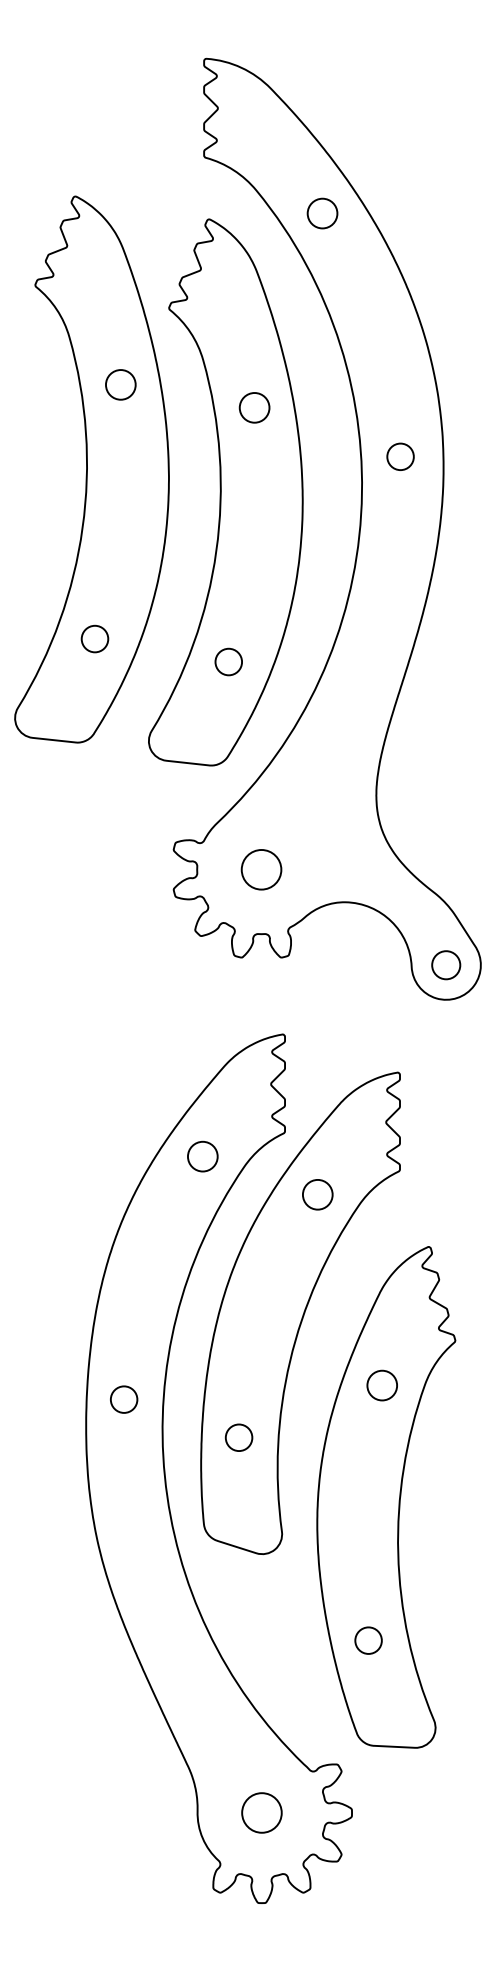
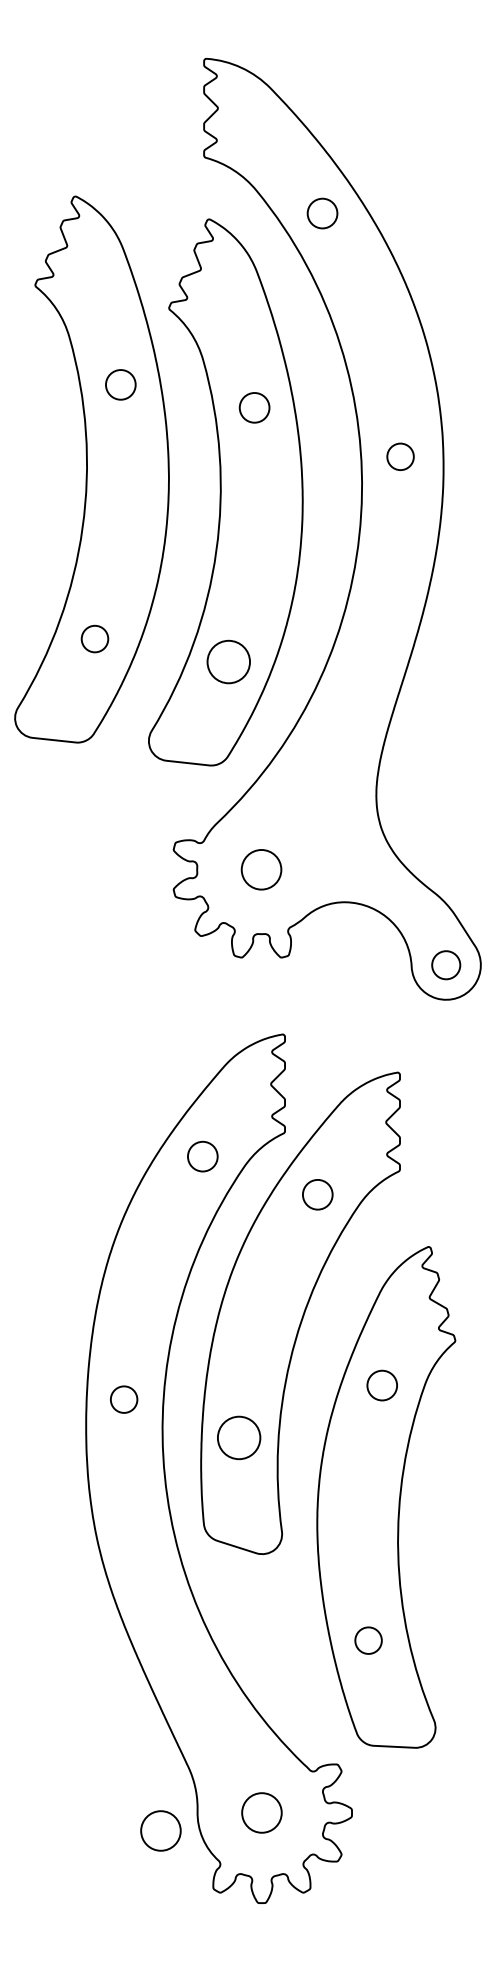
circle at (228, 661) diameter: 27 px -> 42 px
circle at (238, 1437) size: 30x29 px -> 45x46 px
circle at (160, 1830): none -> present
